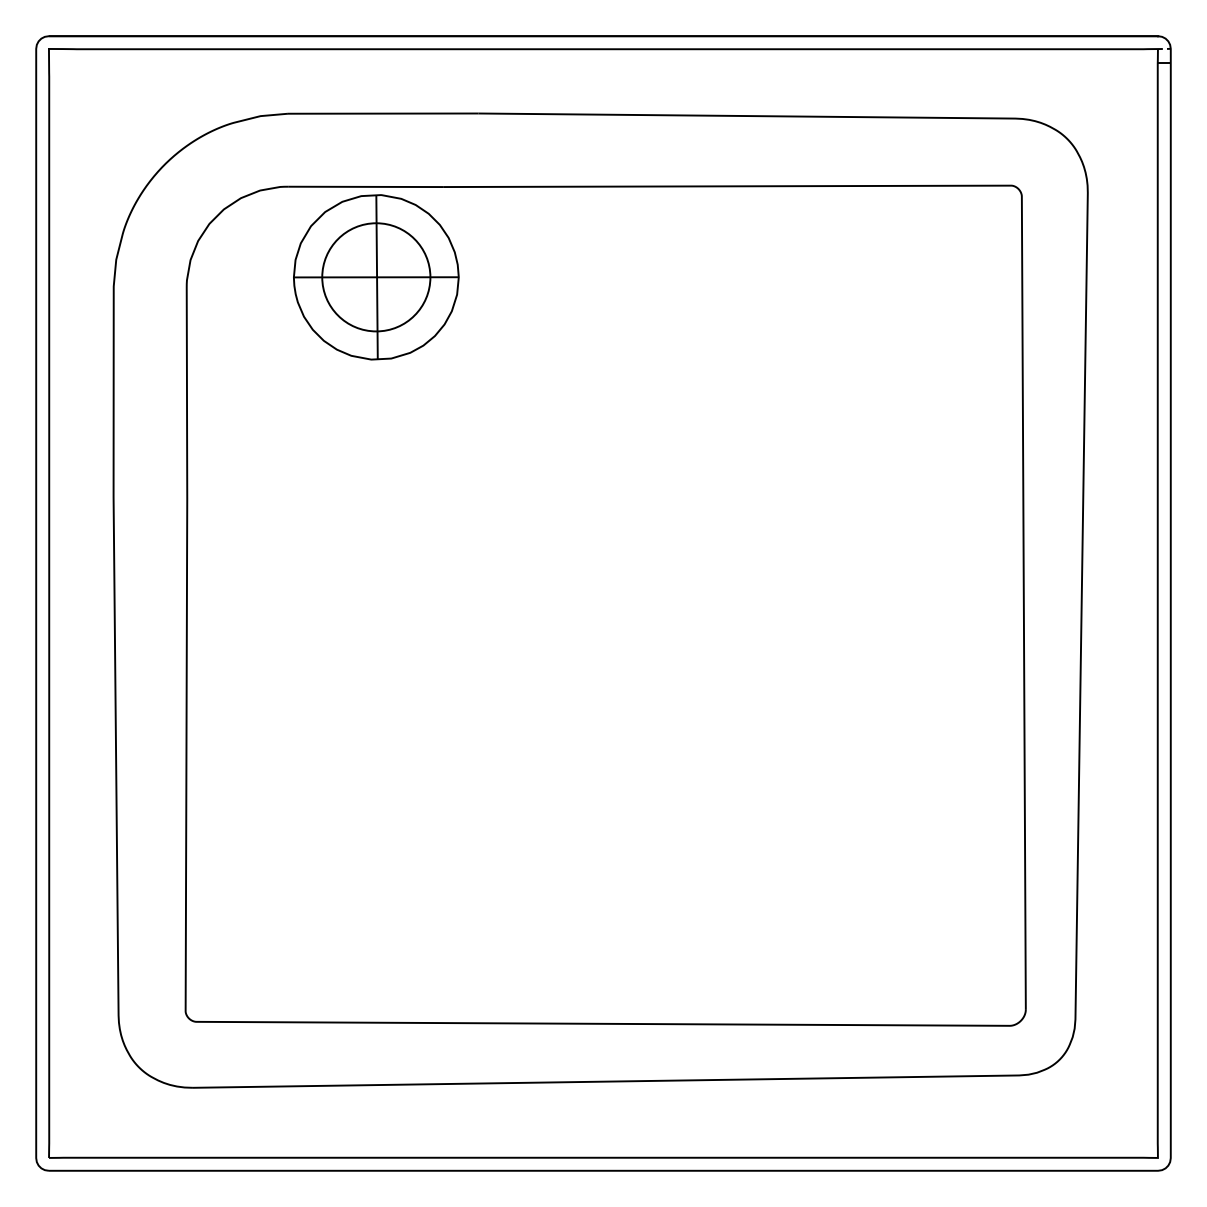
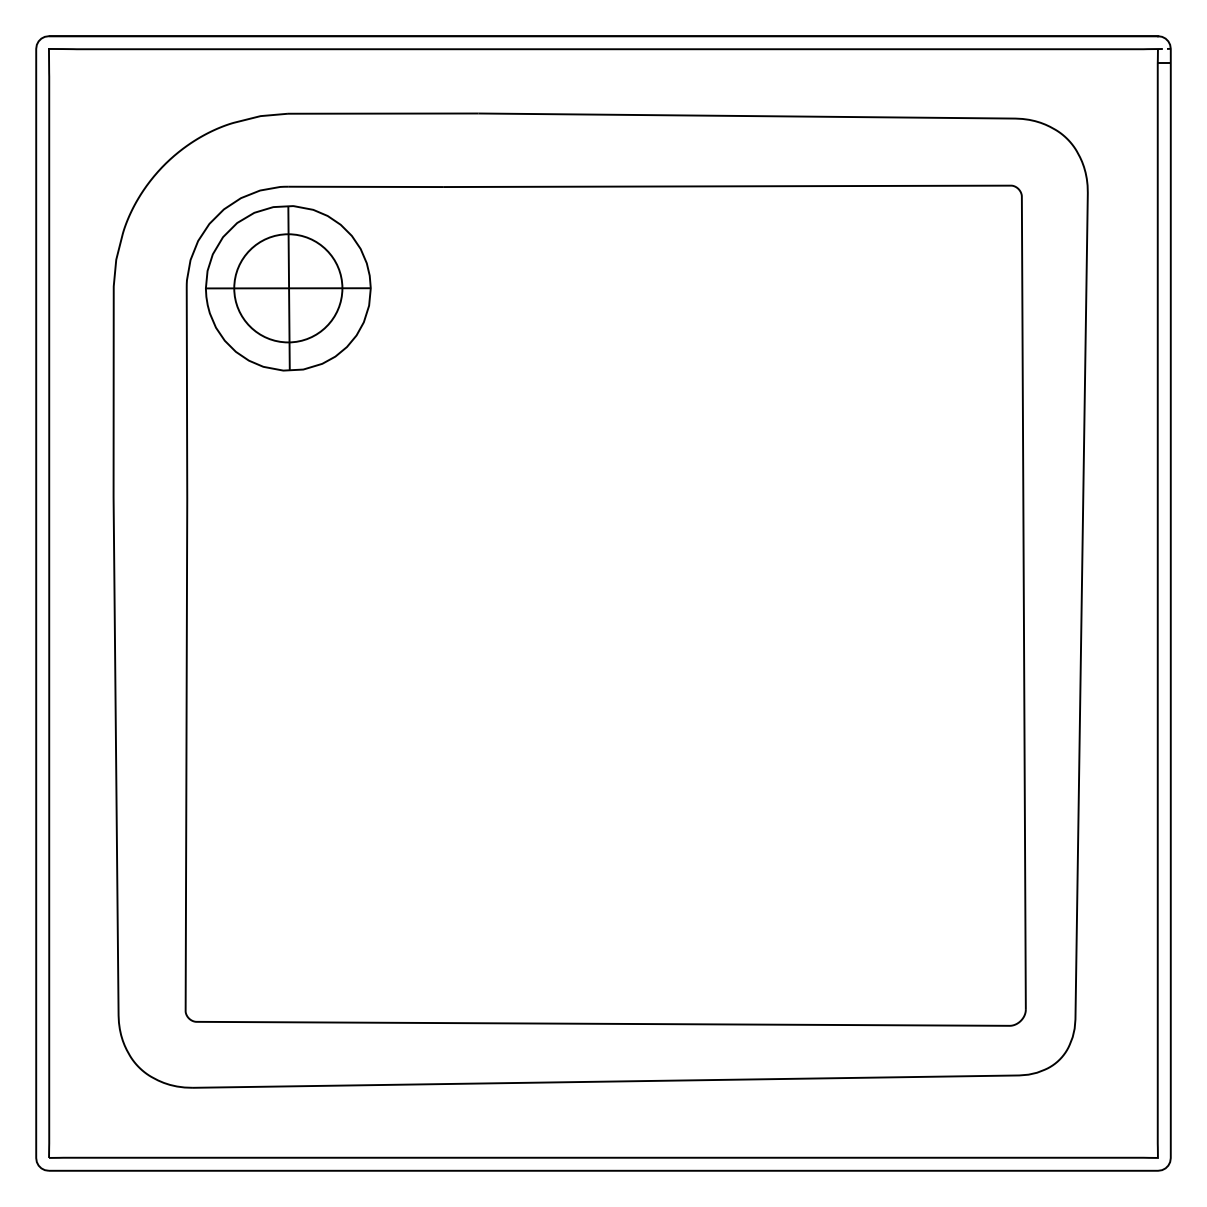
part at (376, 277) position: (376, 277) -> (288, 288)
